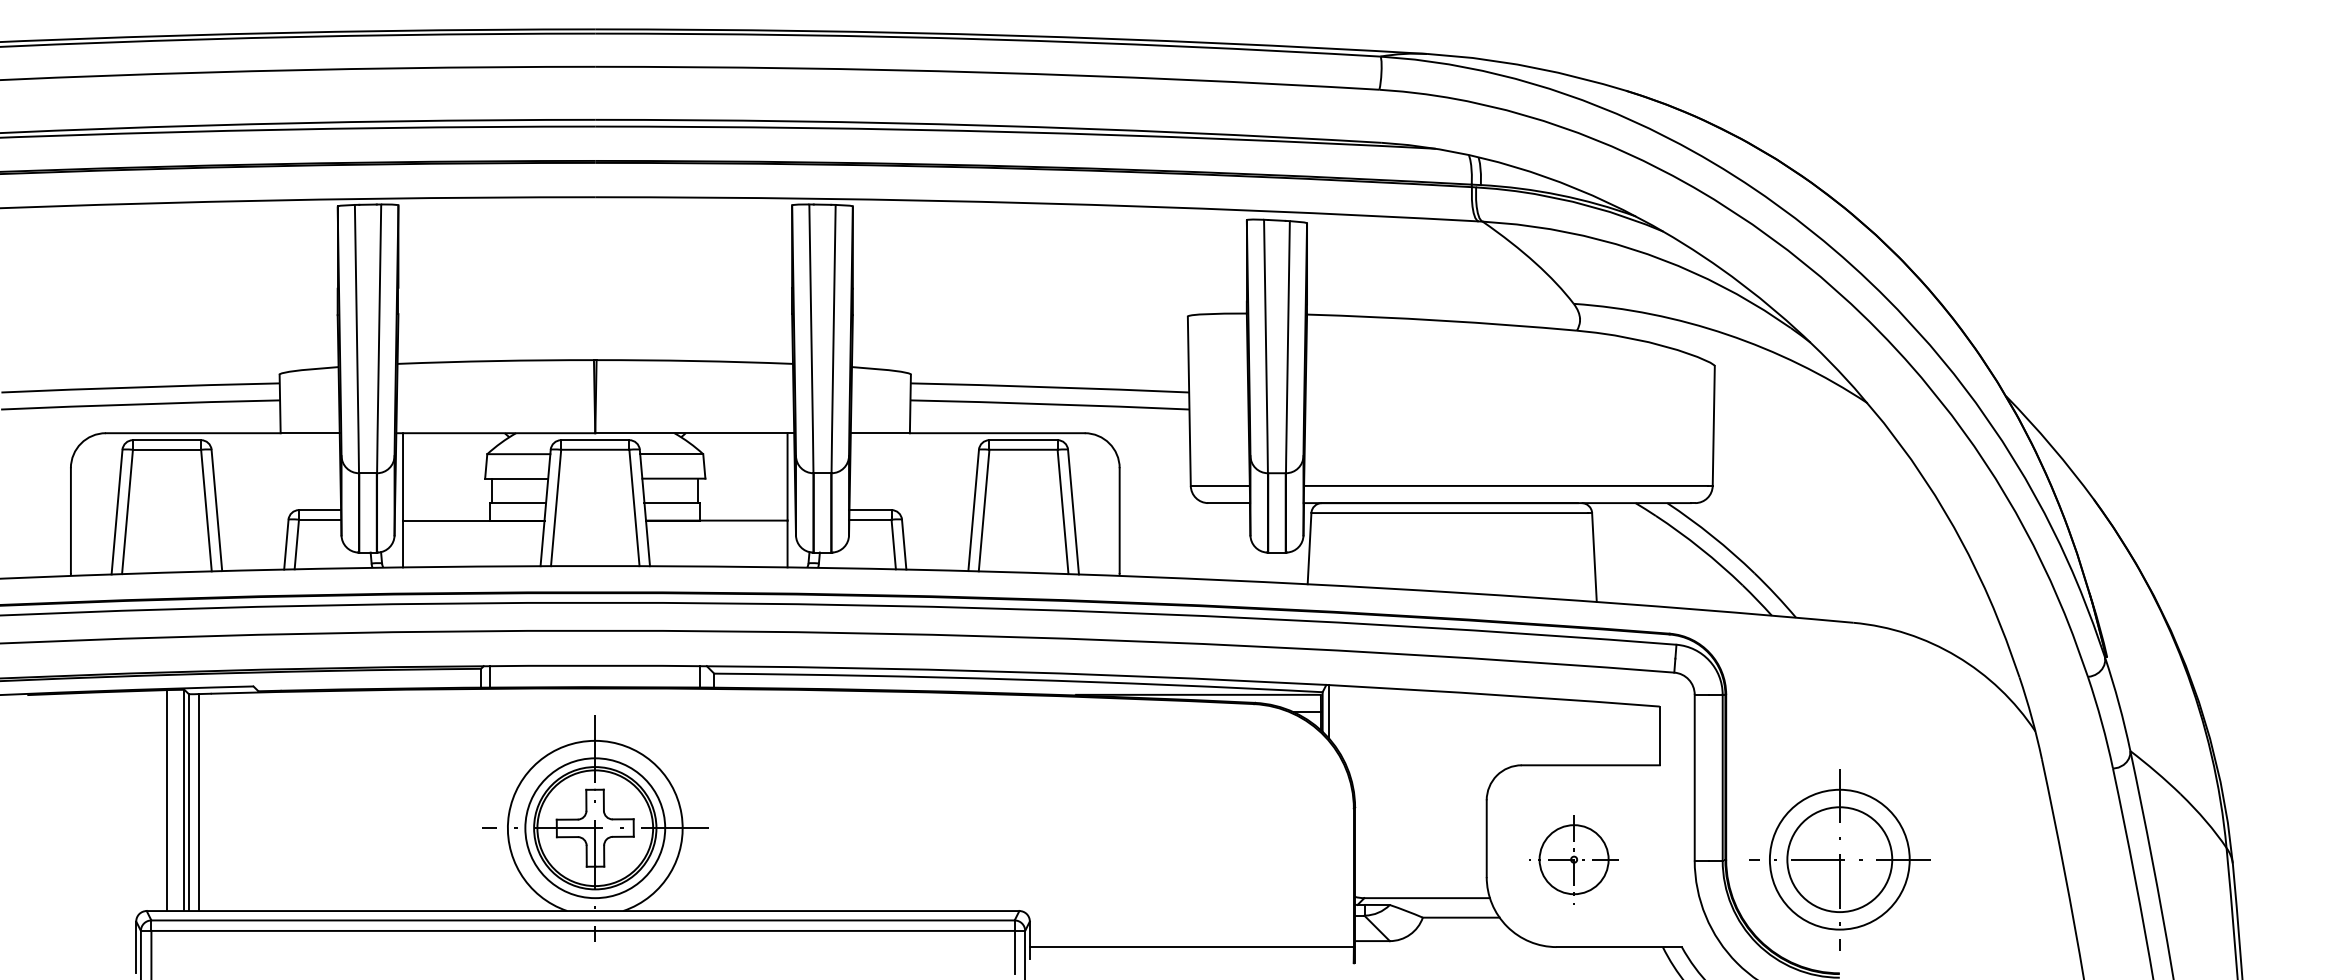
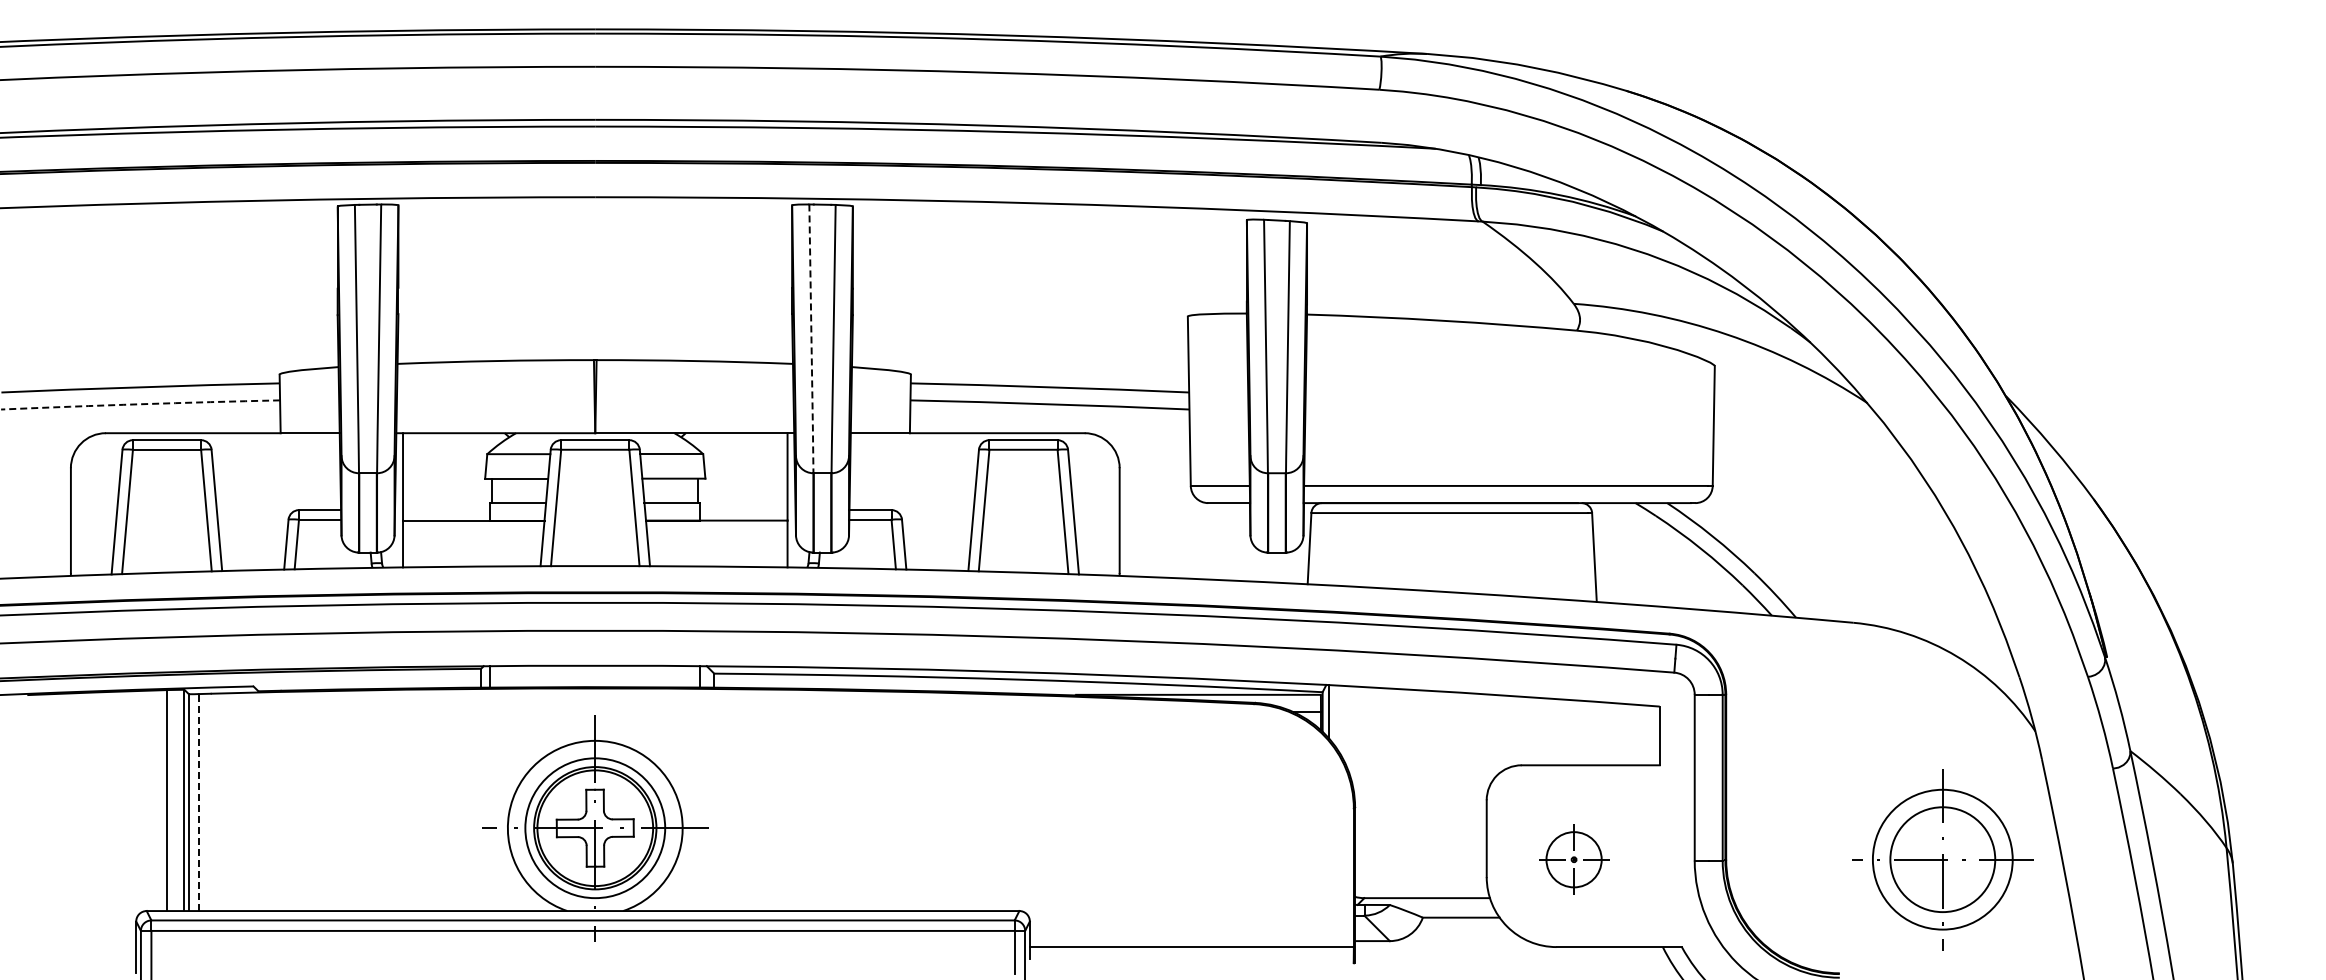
line at (811, 340): solid -> dashed
arc at (140, 404): solid -> dashed
line at (199, 802): solid -> dashed
part at (1573, 859) size: 90x90 px -> 71x71 px
part at (1839, 859) position: (1839, 859) -> (1942, 859)
